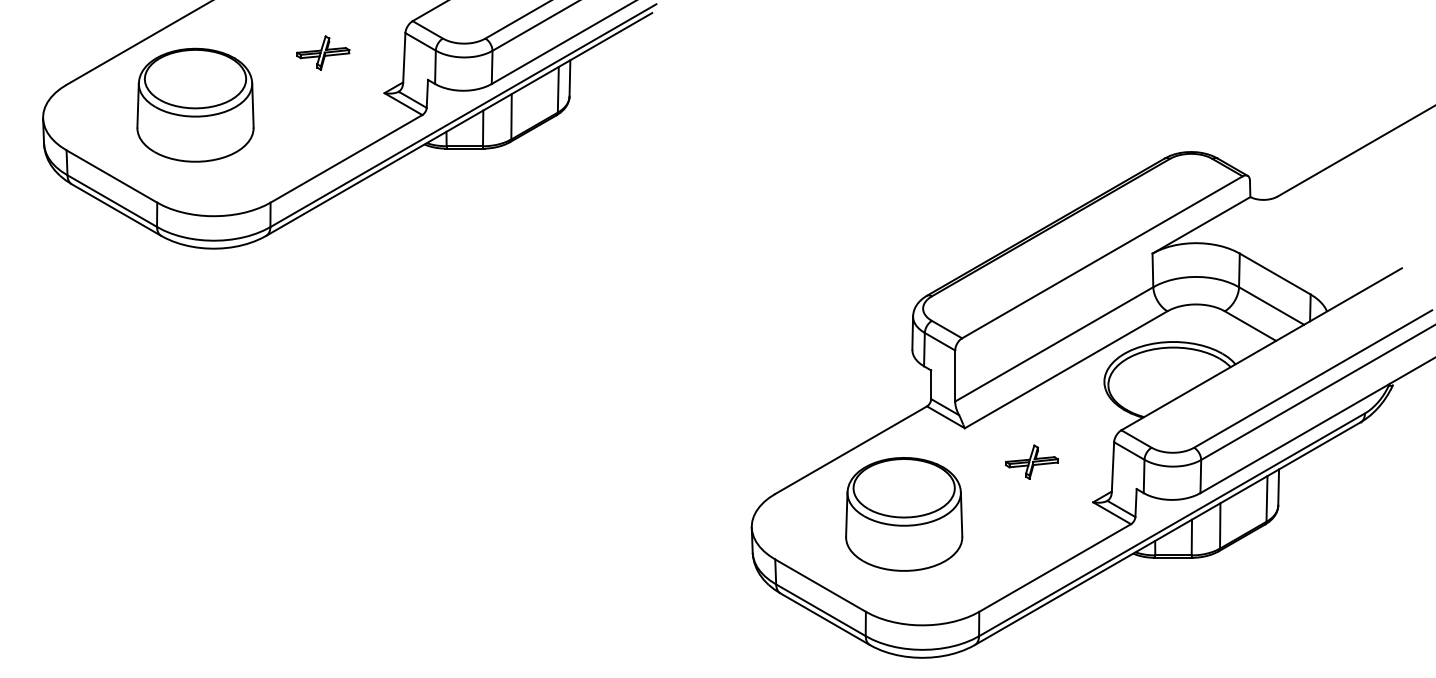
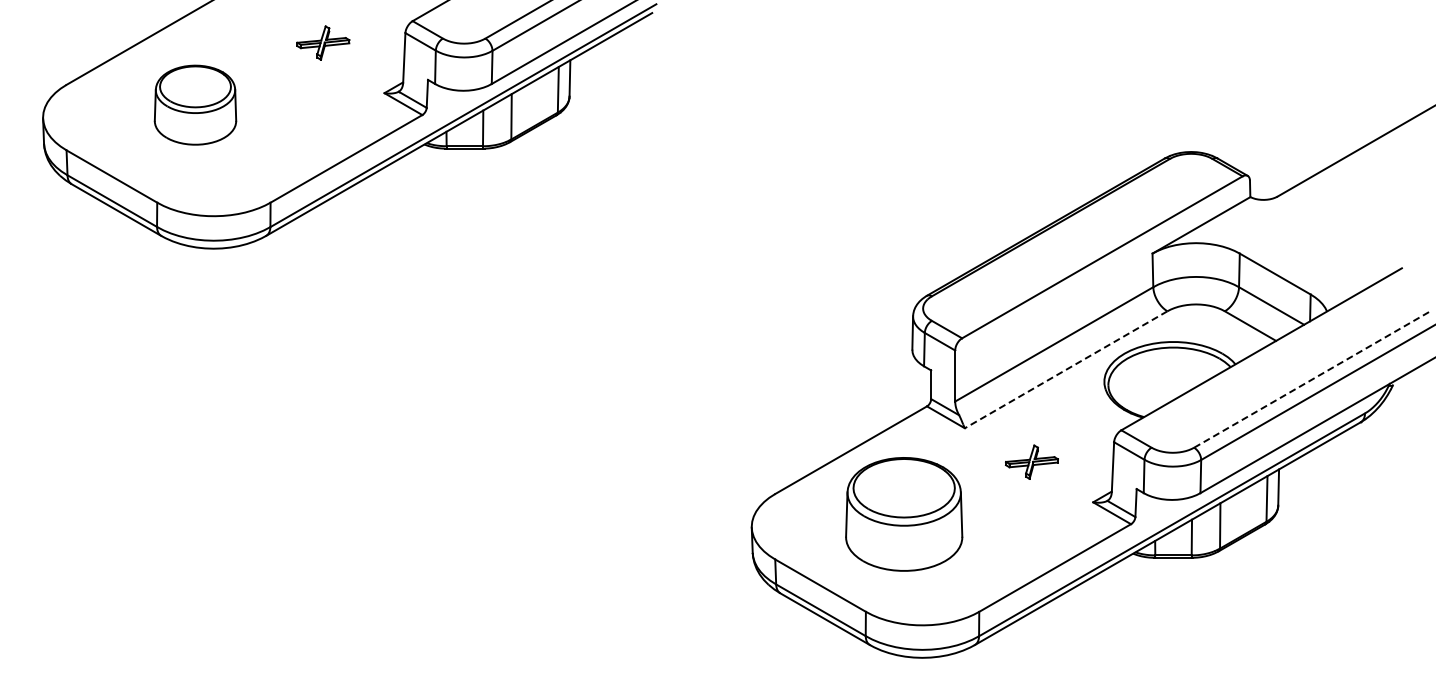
part at (323, 52) position: (323, 52) -> (323, 42)
part at (195, 104) size: 119x116 px -> 85x82 px
line at (1066, 369): solid -> dashed
line at (1313, 378): solid -> dashed
